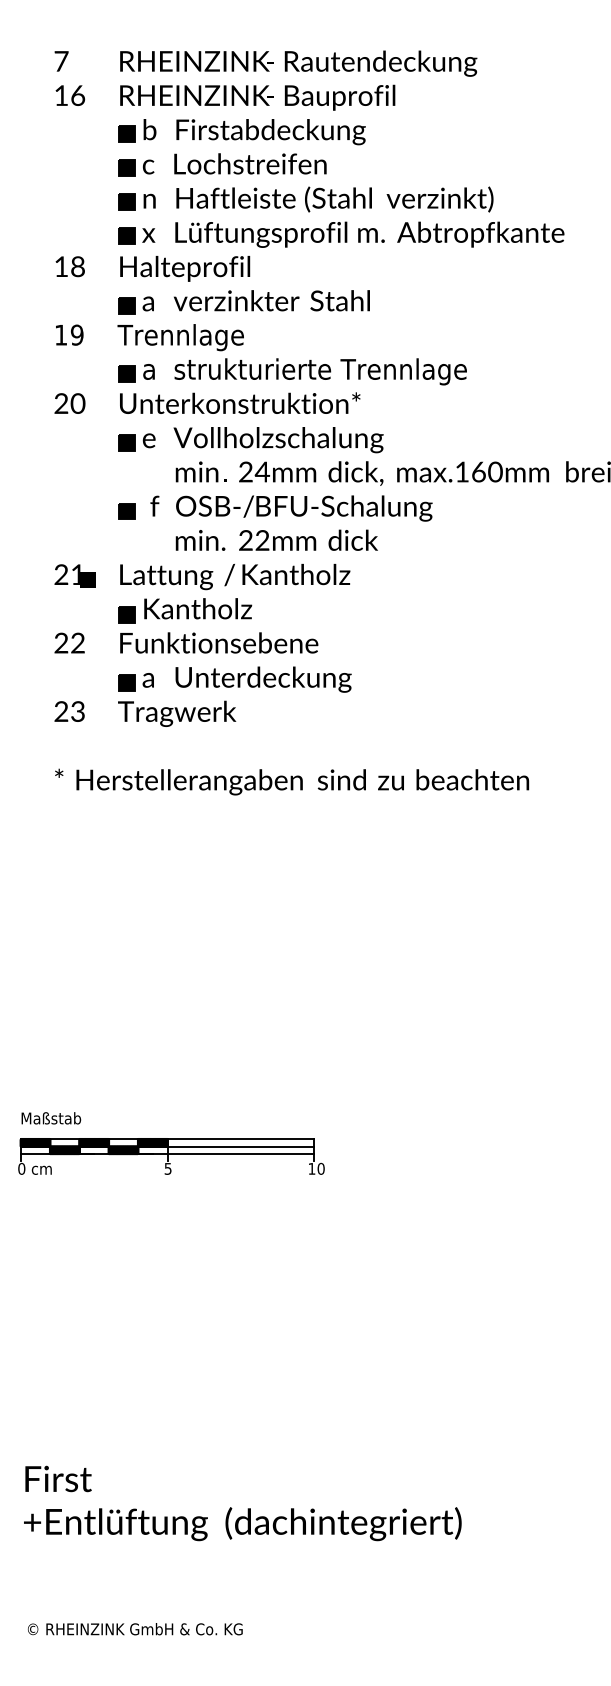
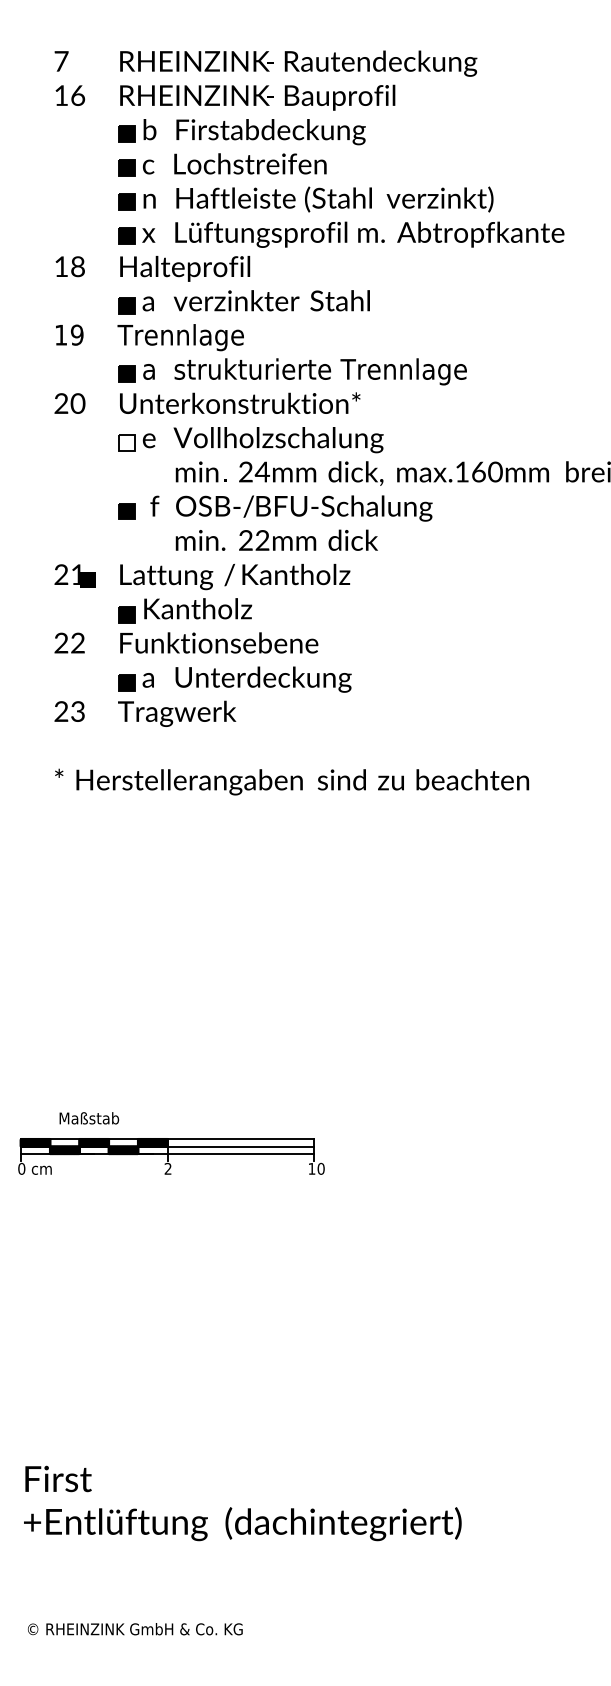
fill at (126, 442): present -> none
text at (51, 1118) position: (51, 1118) -> (89, 1118)
text at (167, 1168): 5 -> 2
